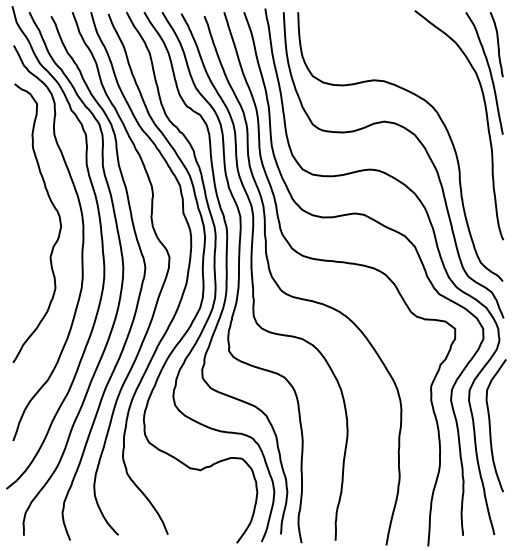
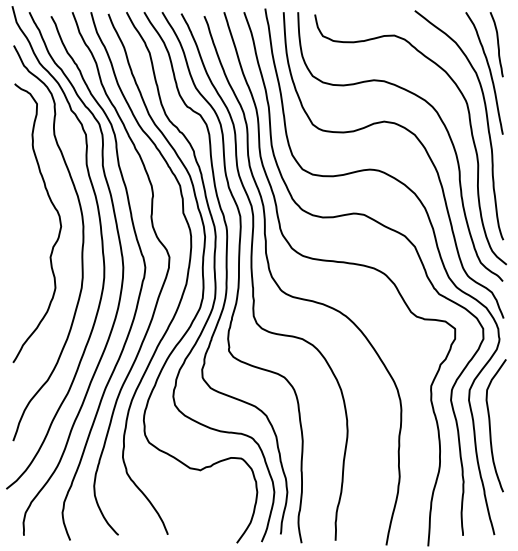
curve at (470, 131): none -> present
